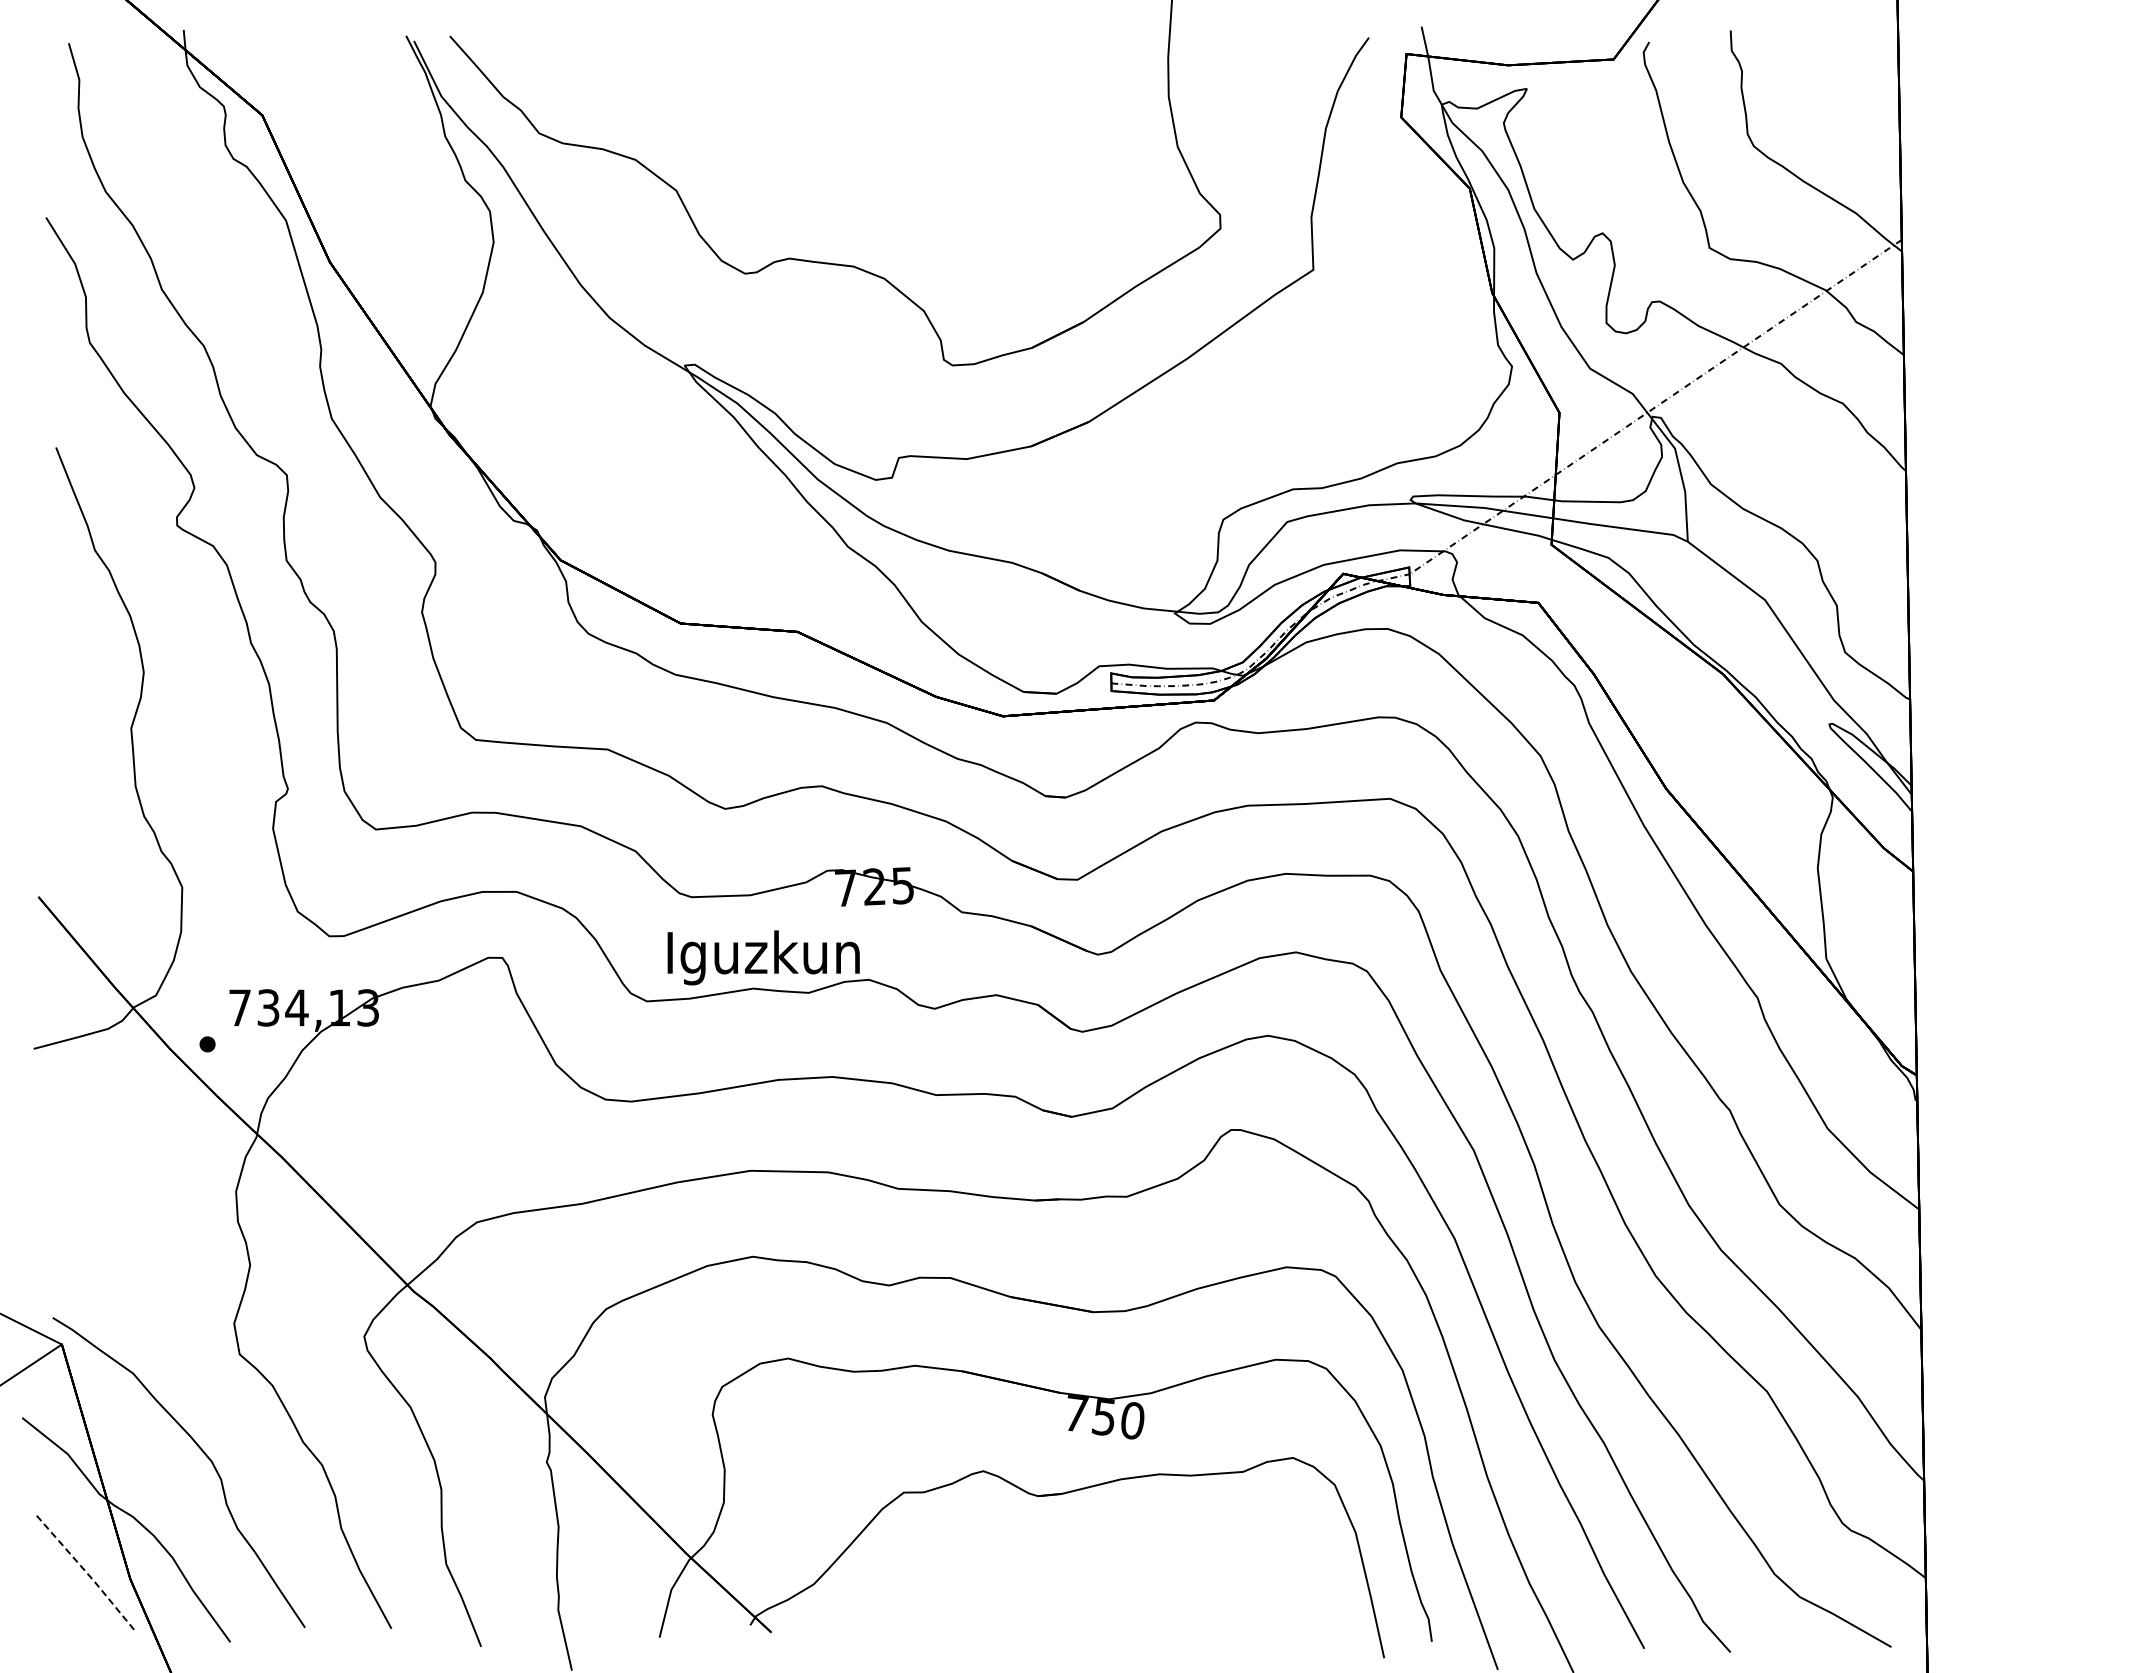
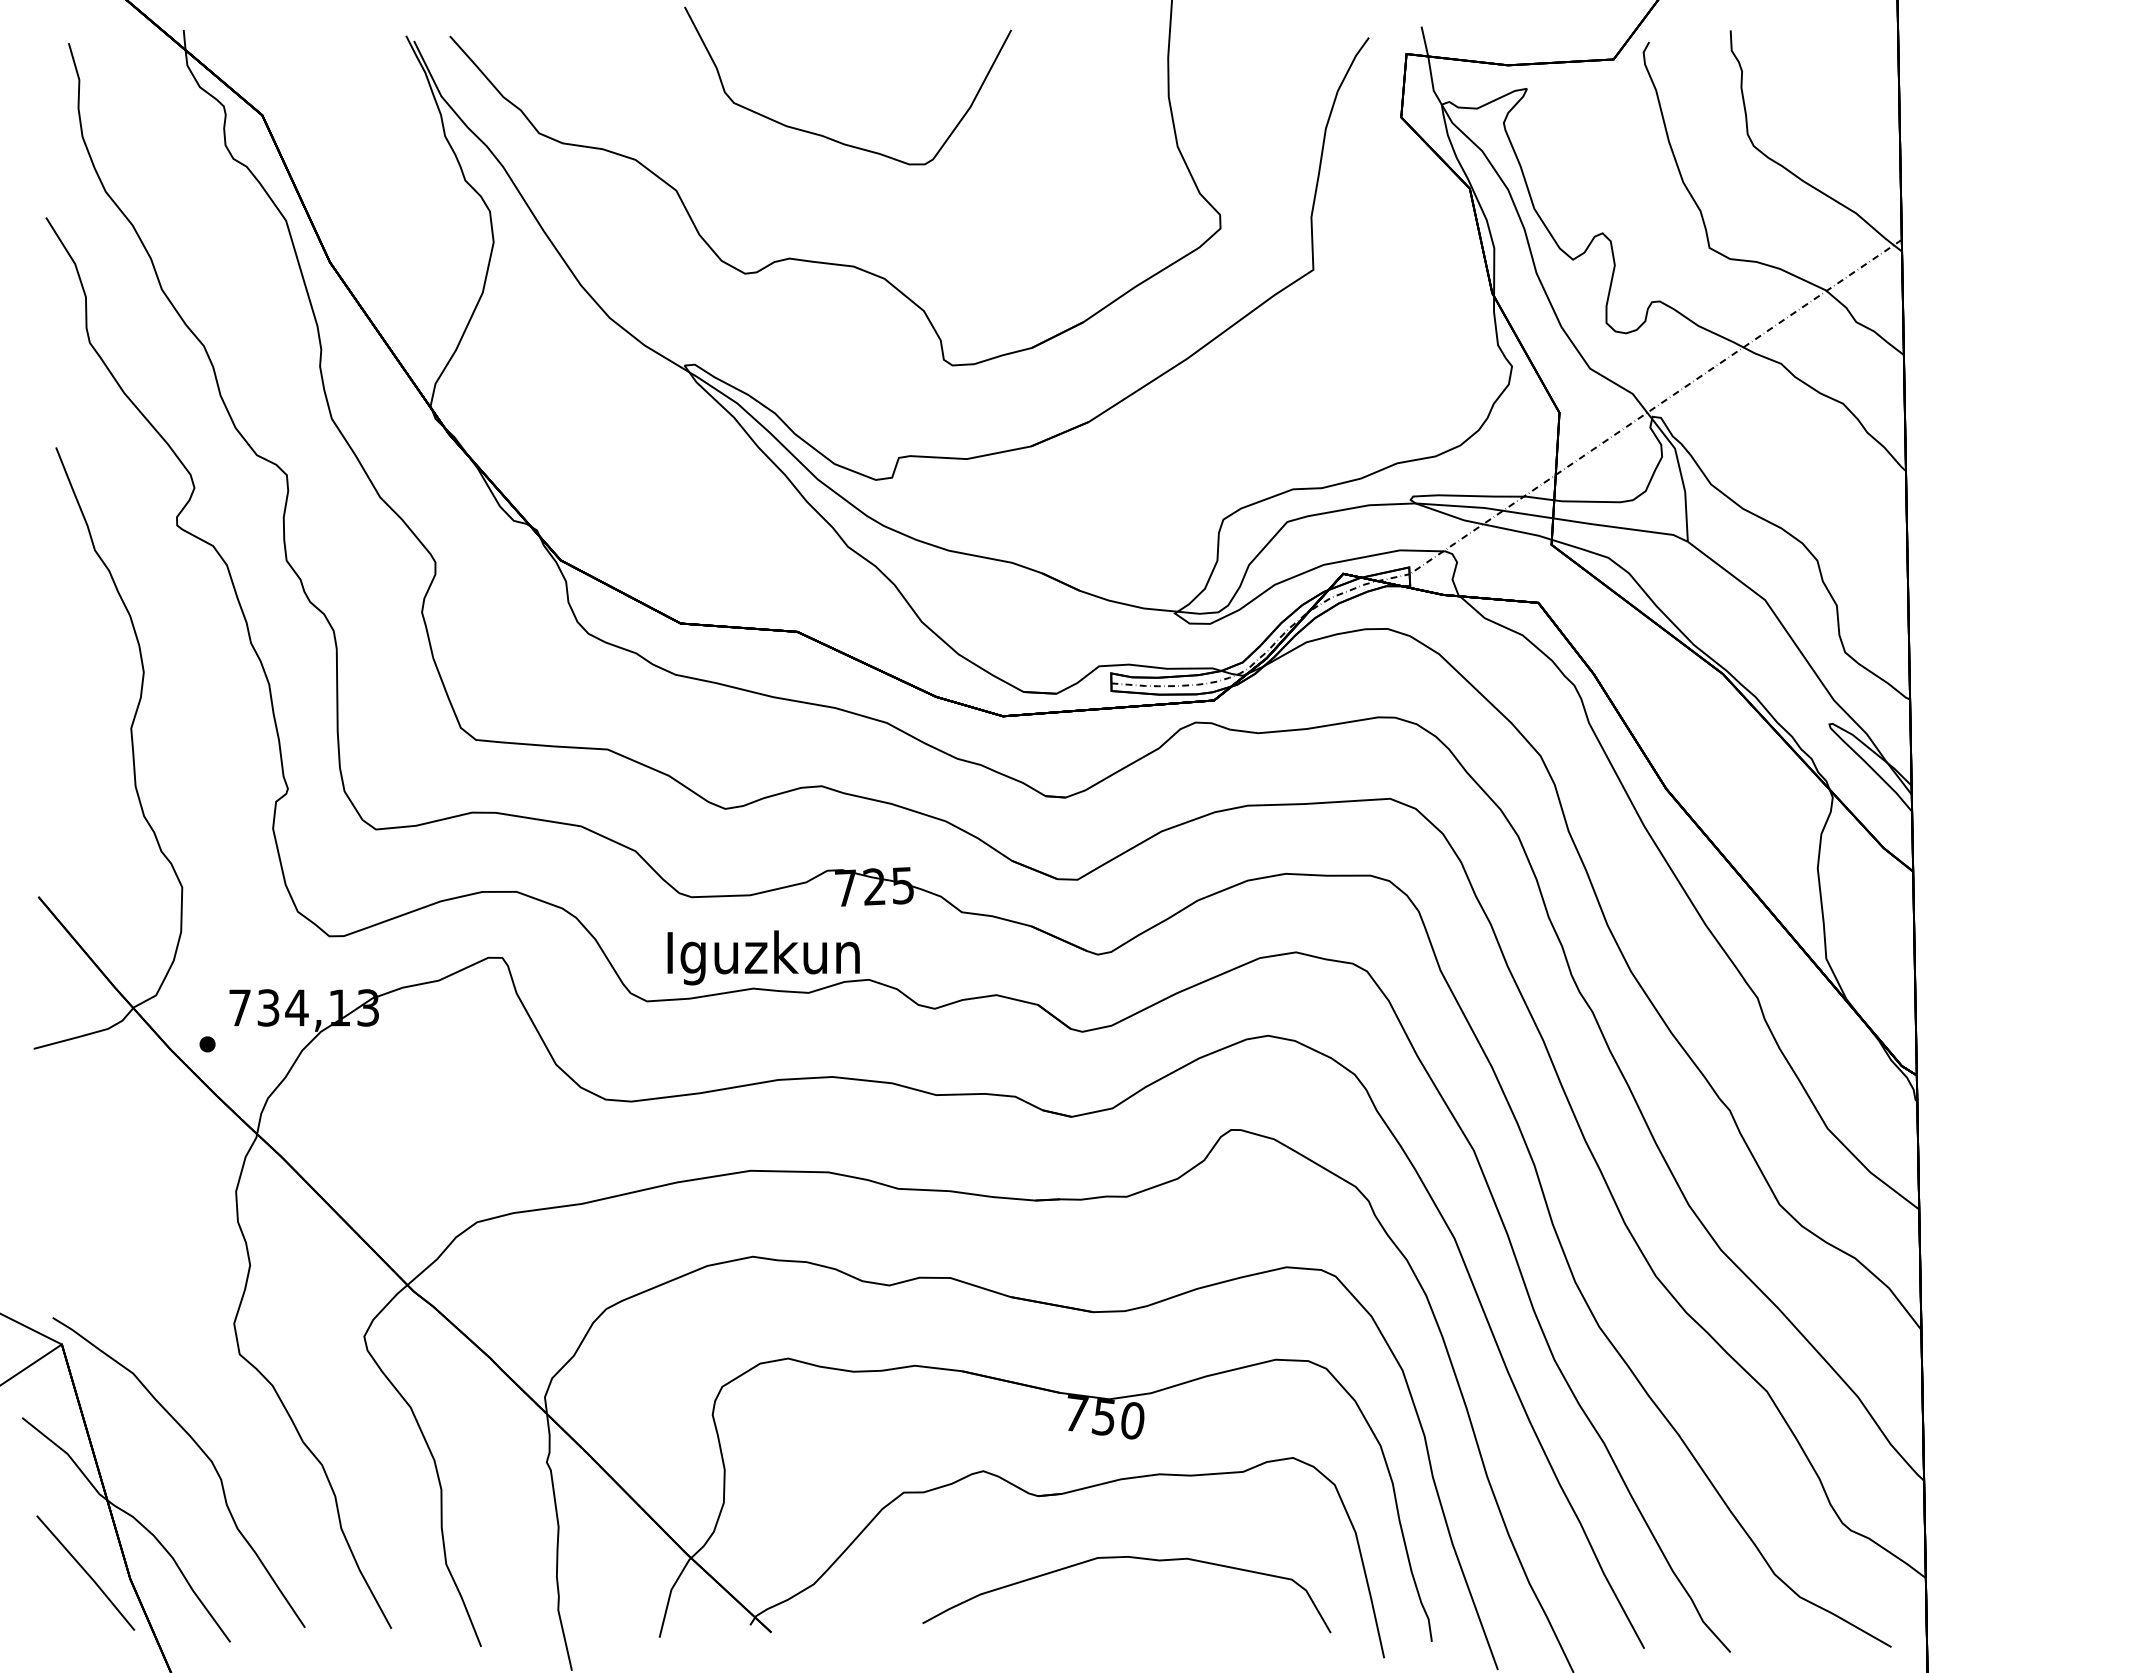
curve at (827, 136): none -> present
curve at (1131, 1558): none -> present
line at (86, 1573): dashed -> solid
